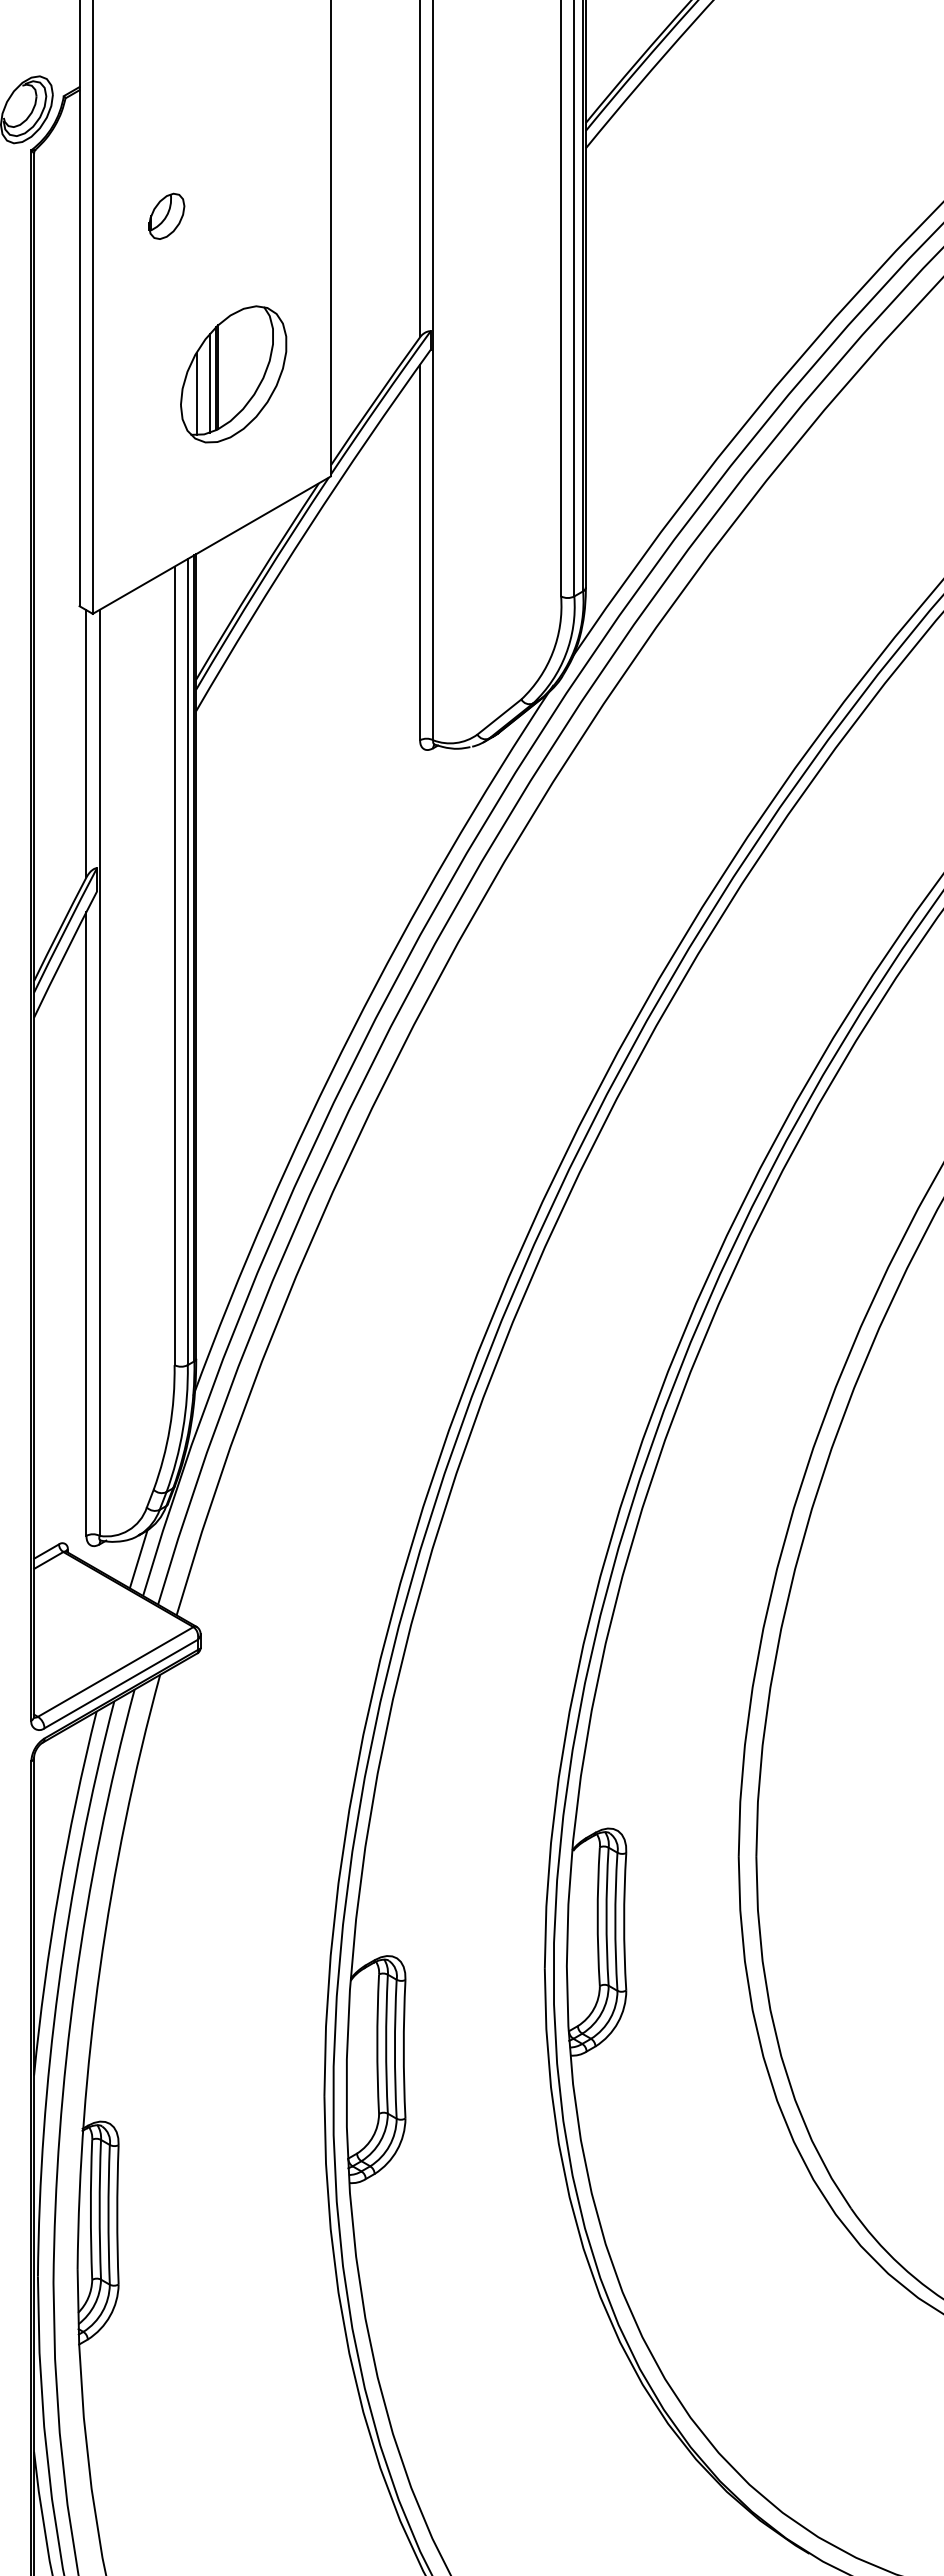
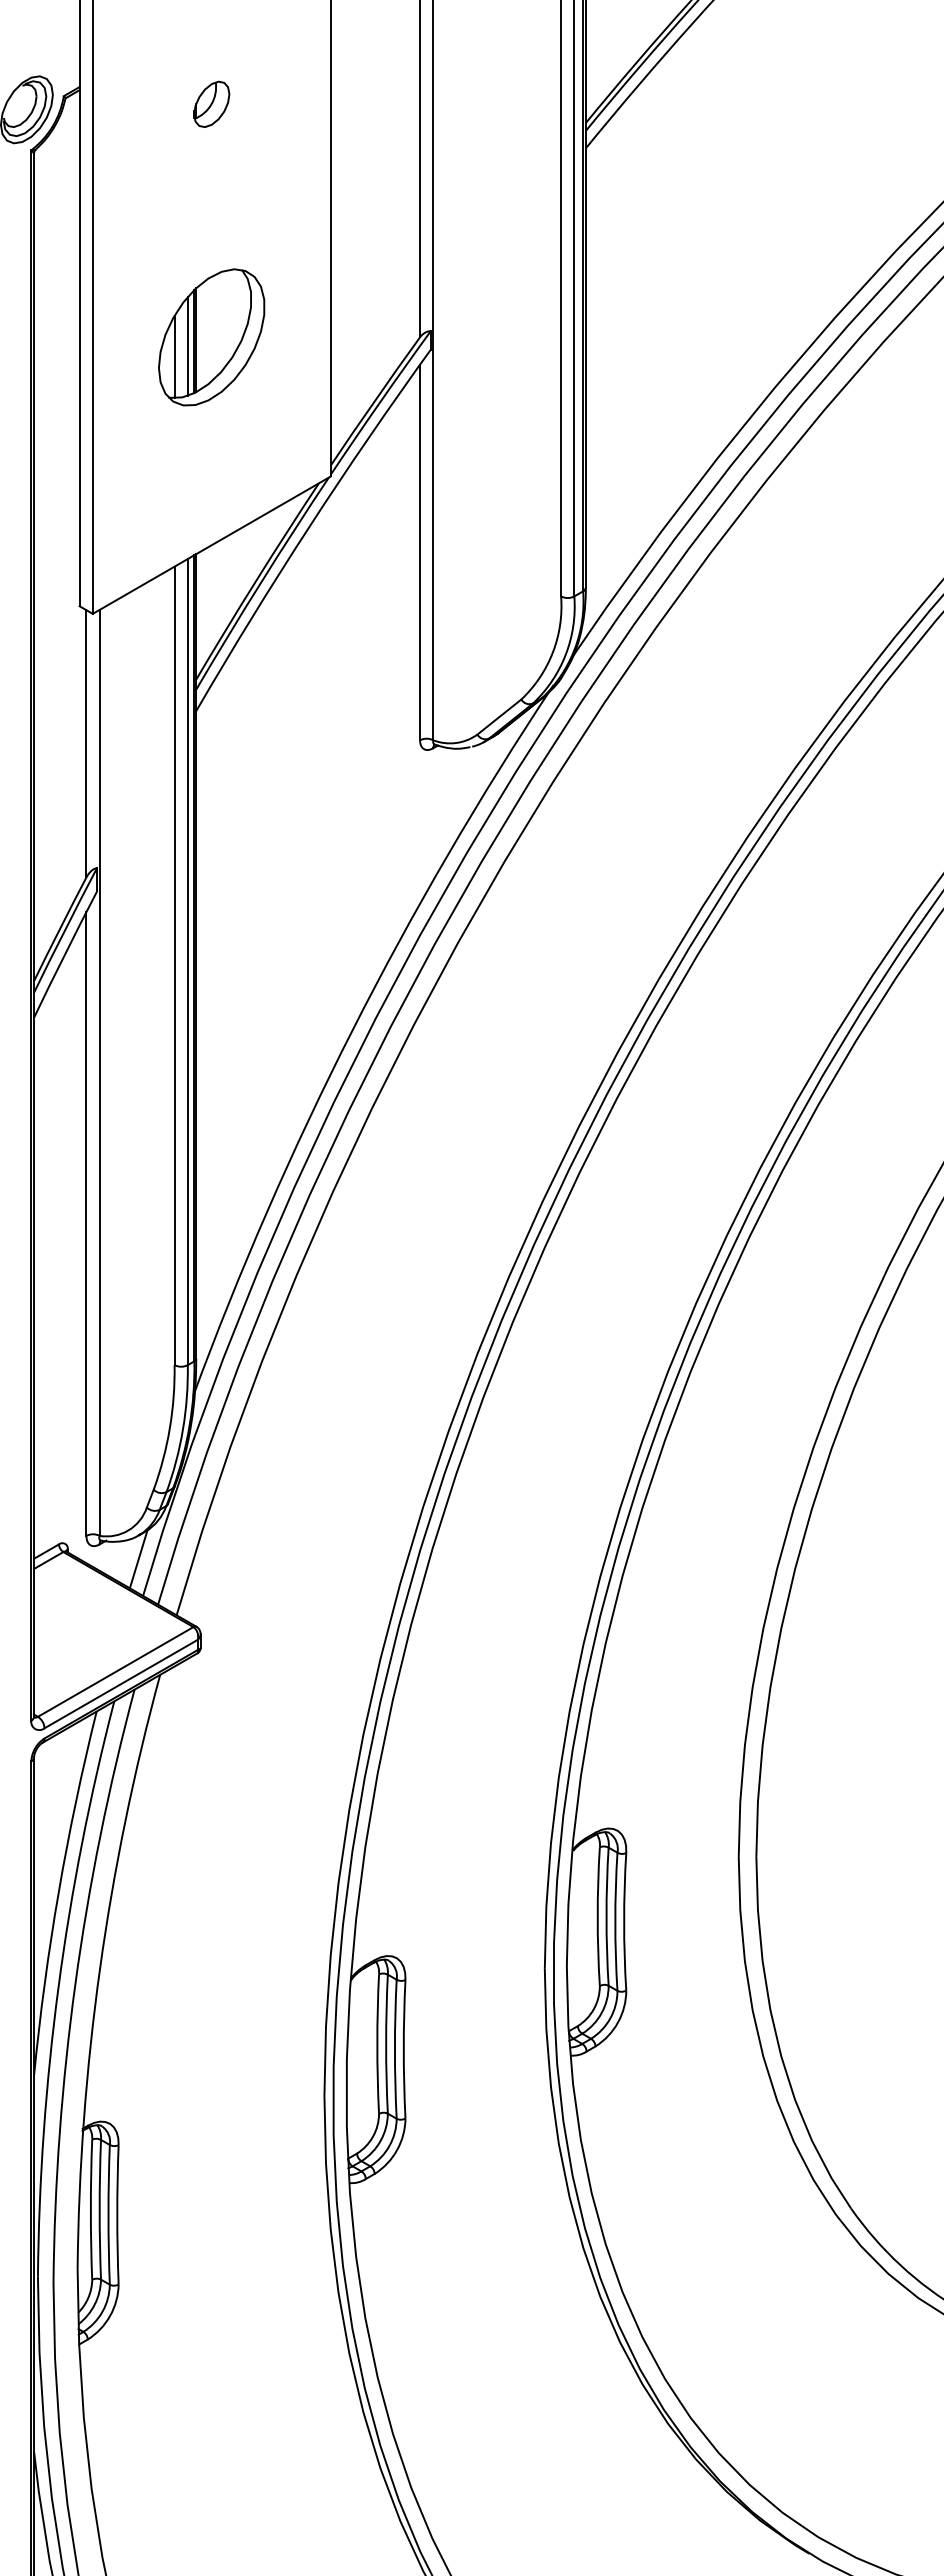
part at (166, 215) position: (166, 215) -> (211, 103)
part at (233, 374) position: (233, 374) -> (211, 337)
